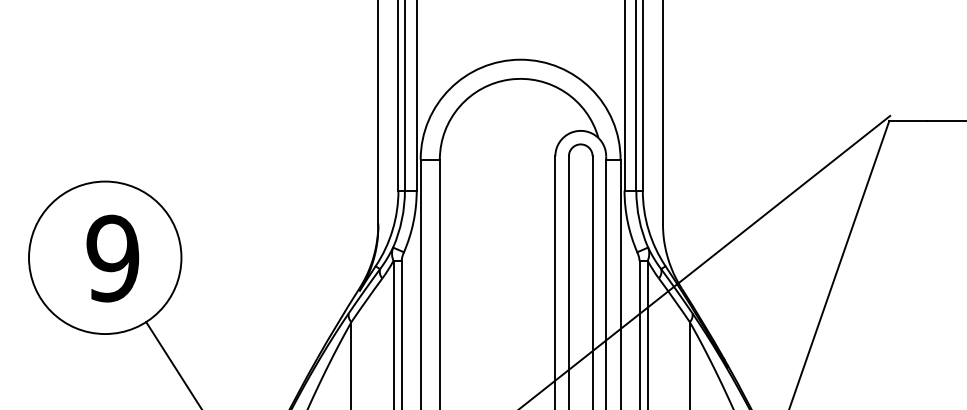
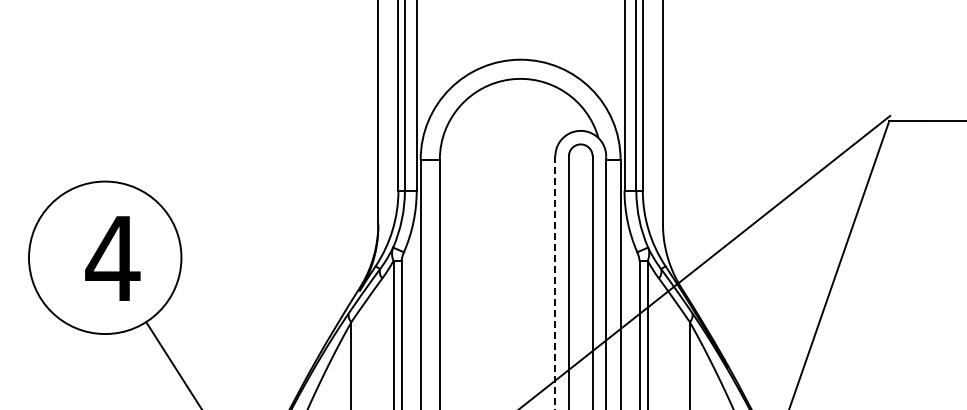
text at (112, 258): 9 -> 4
line at (555, 283): solid -> dashed
